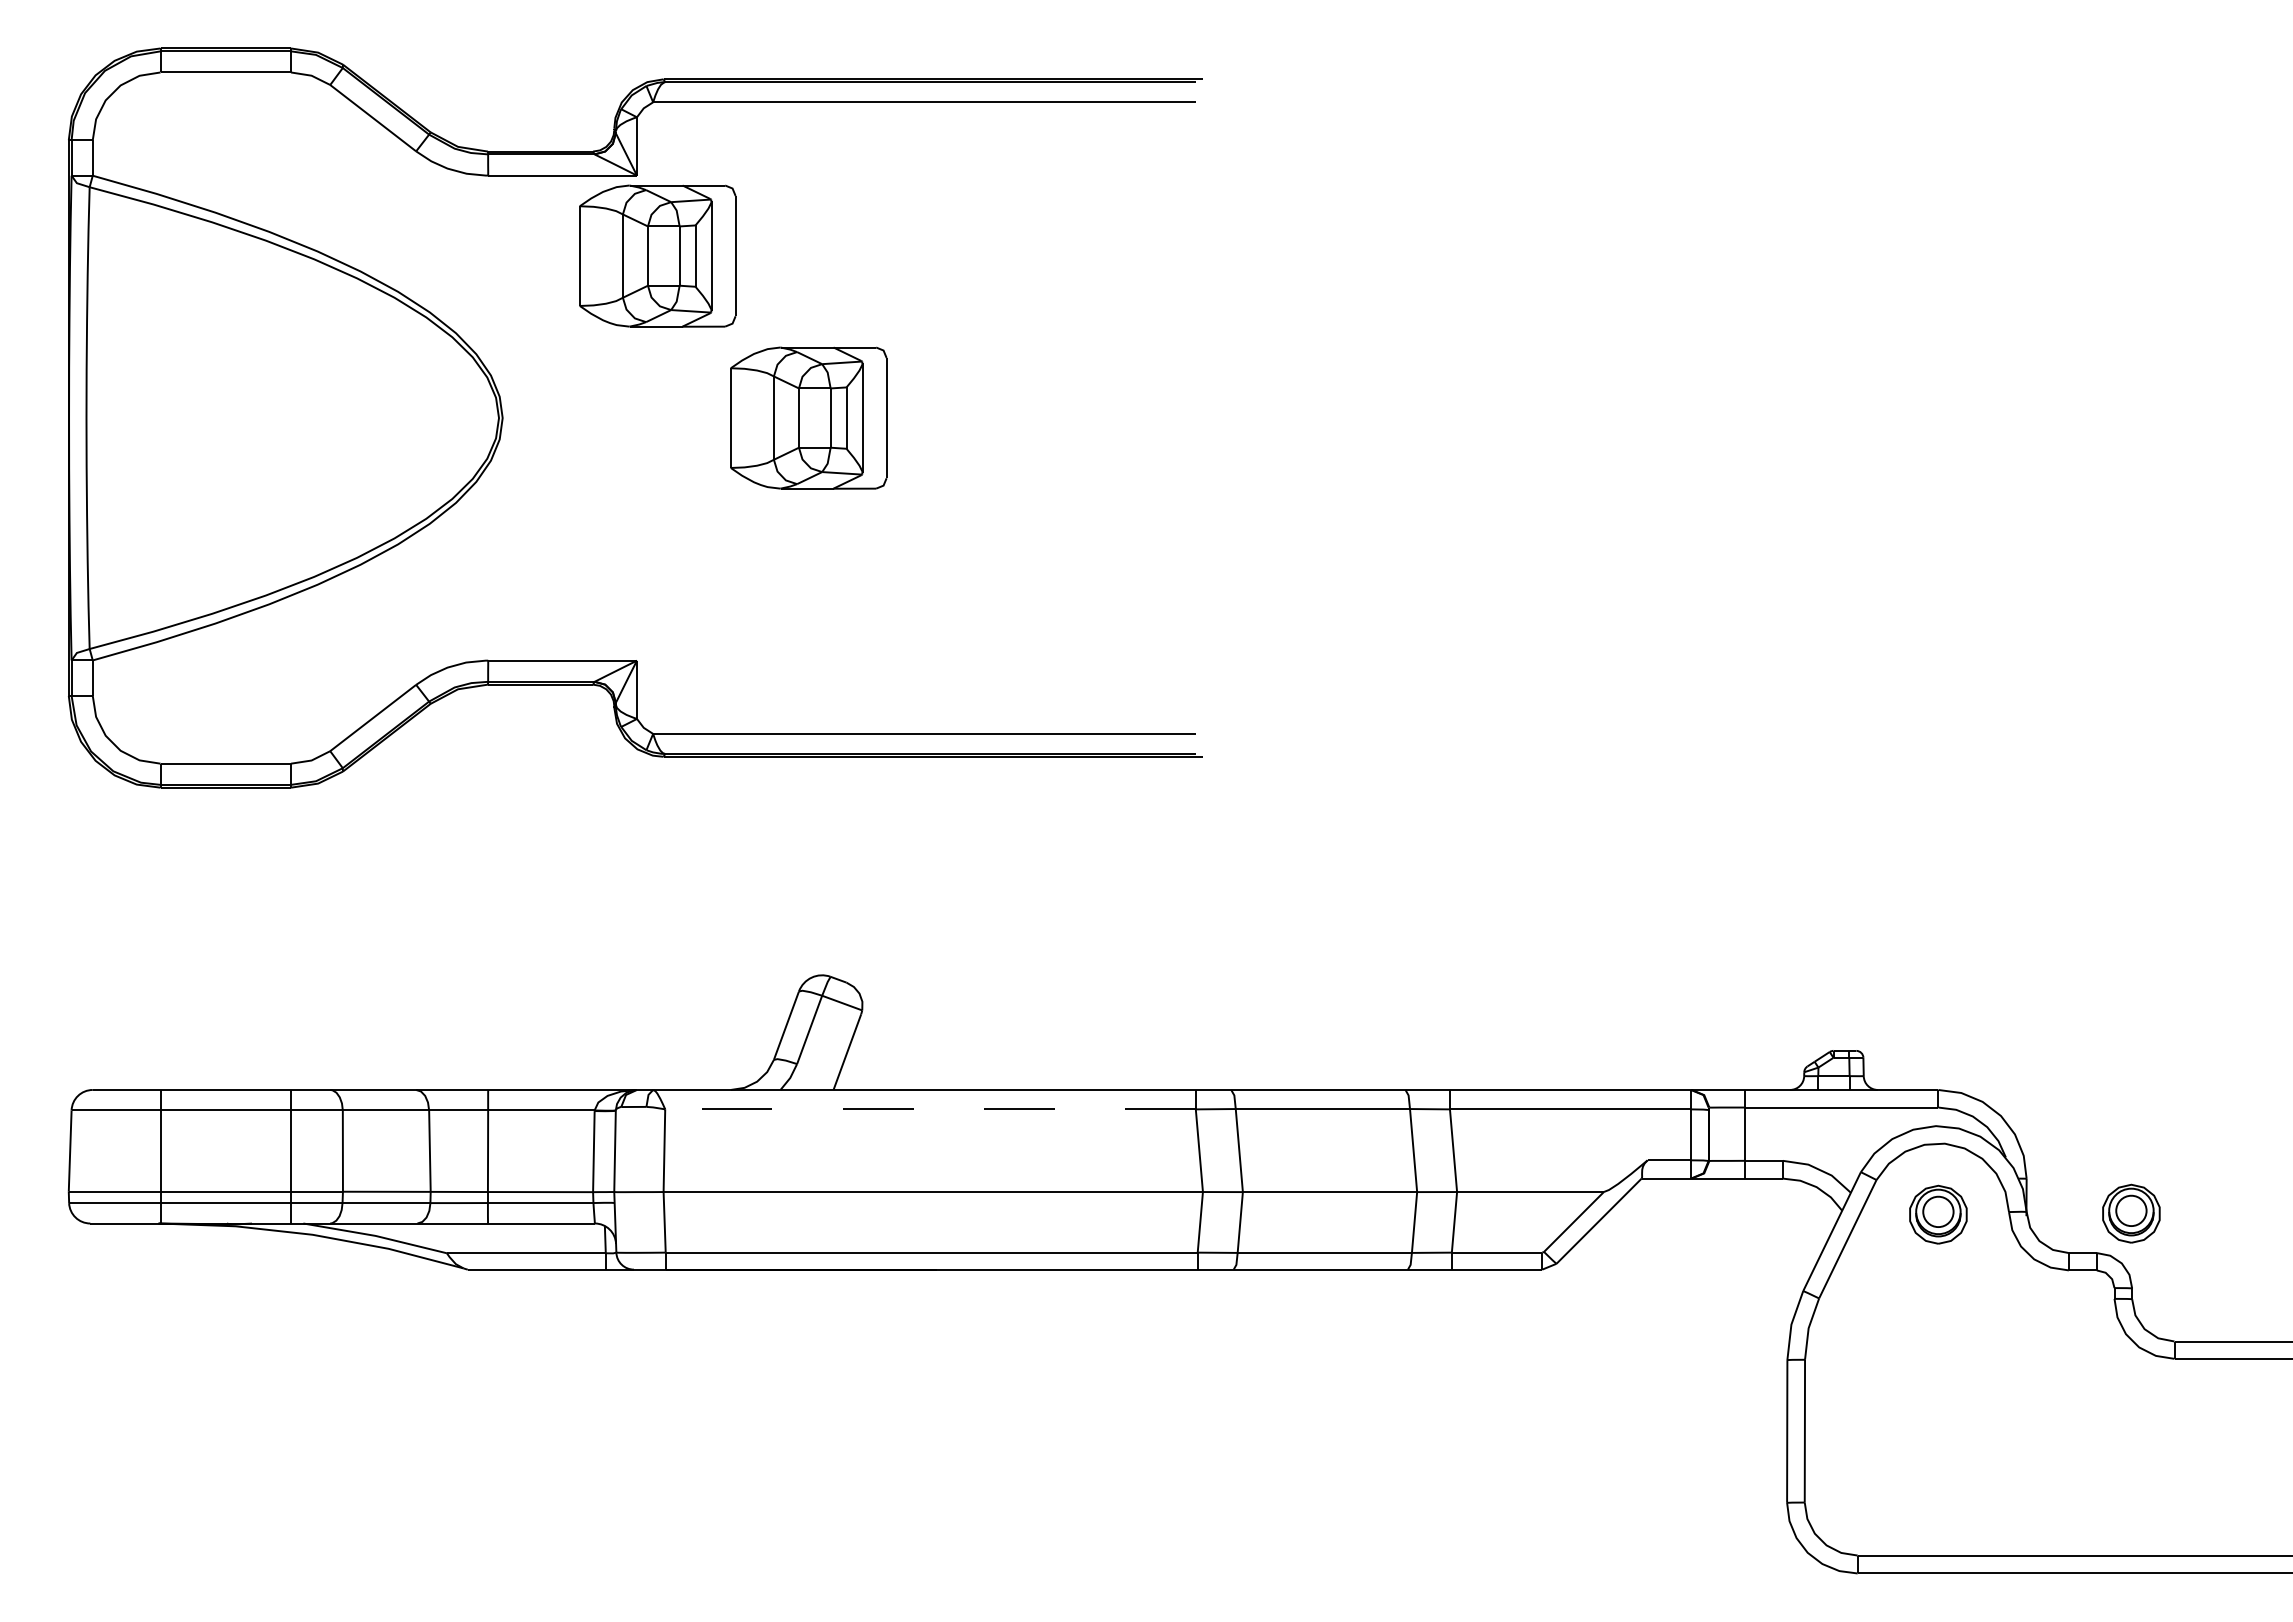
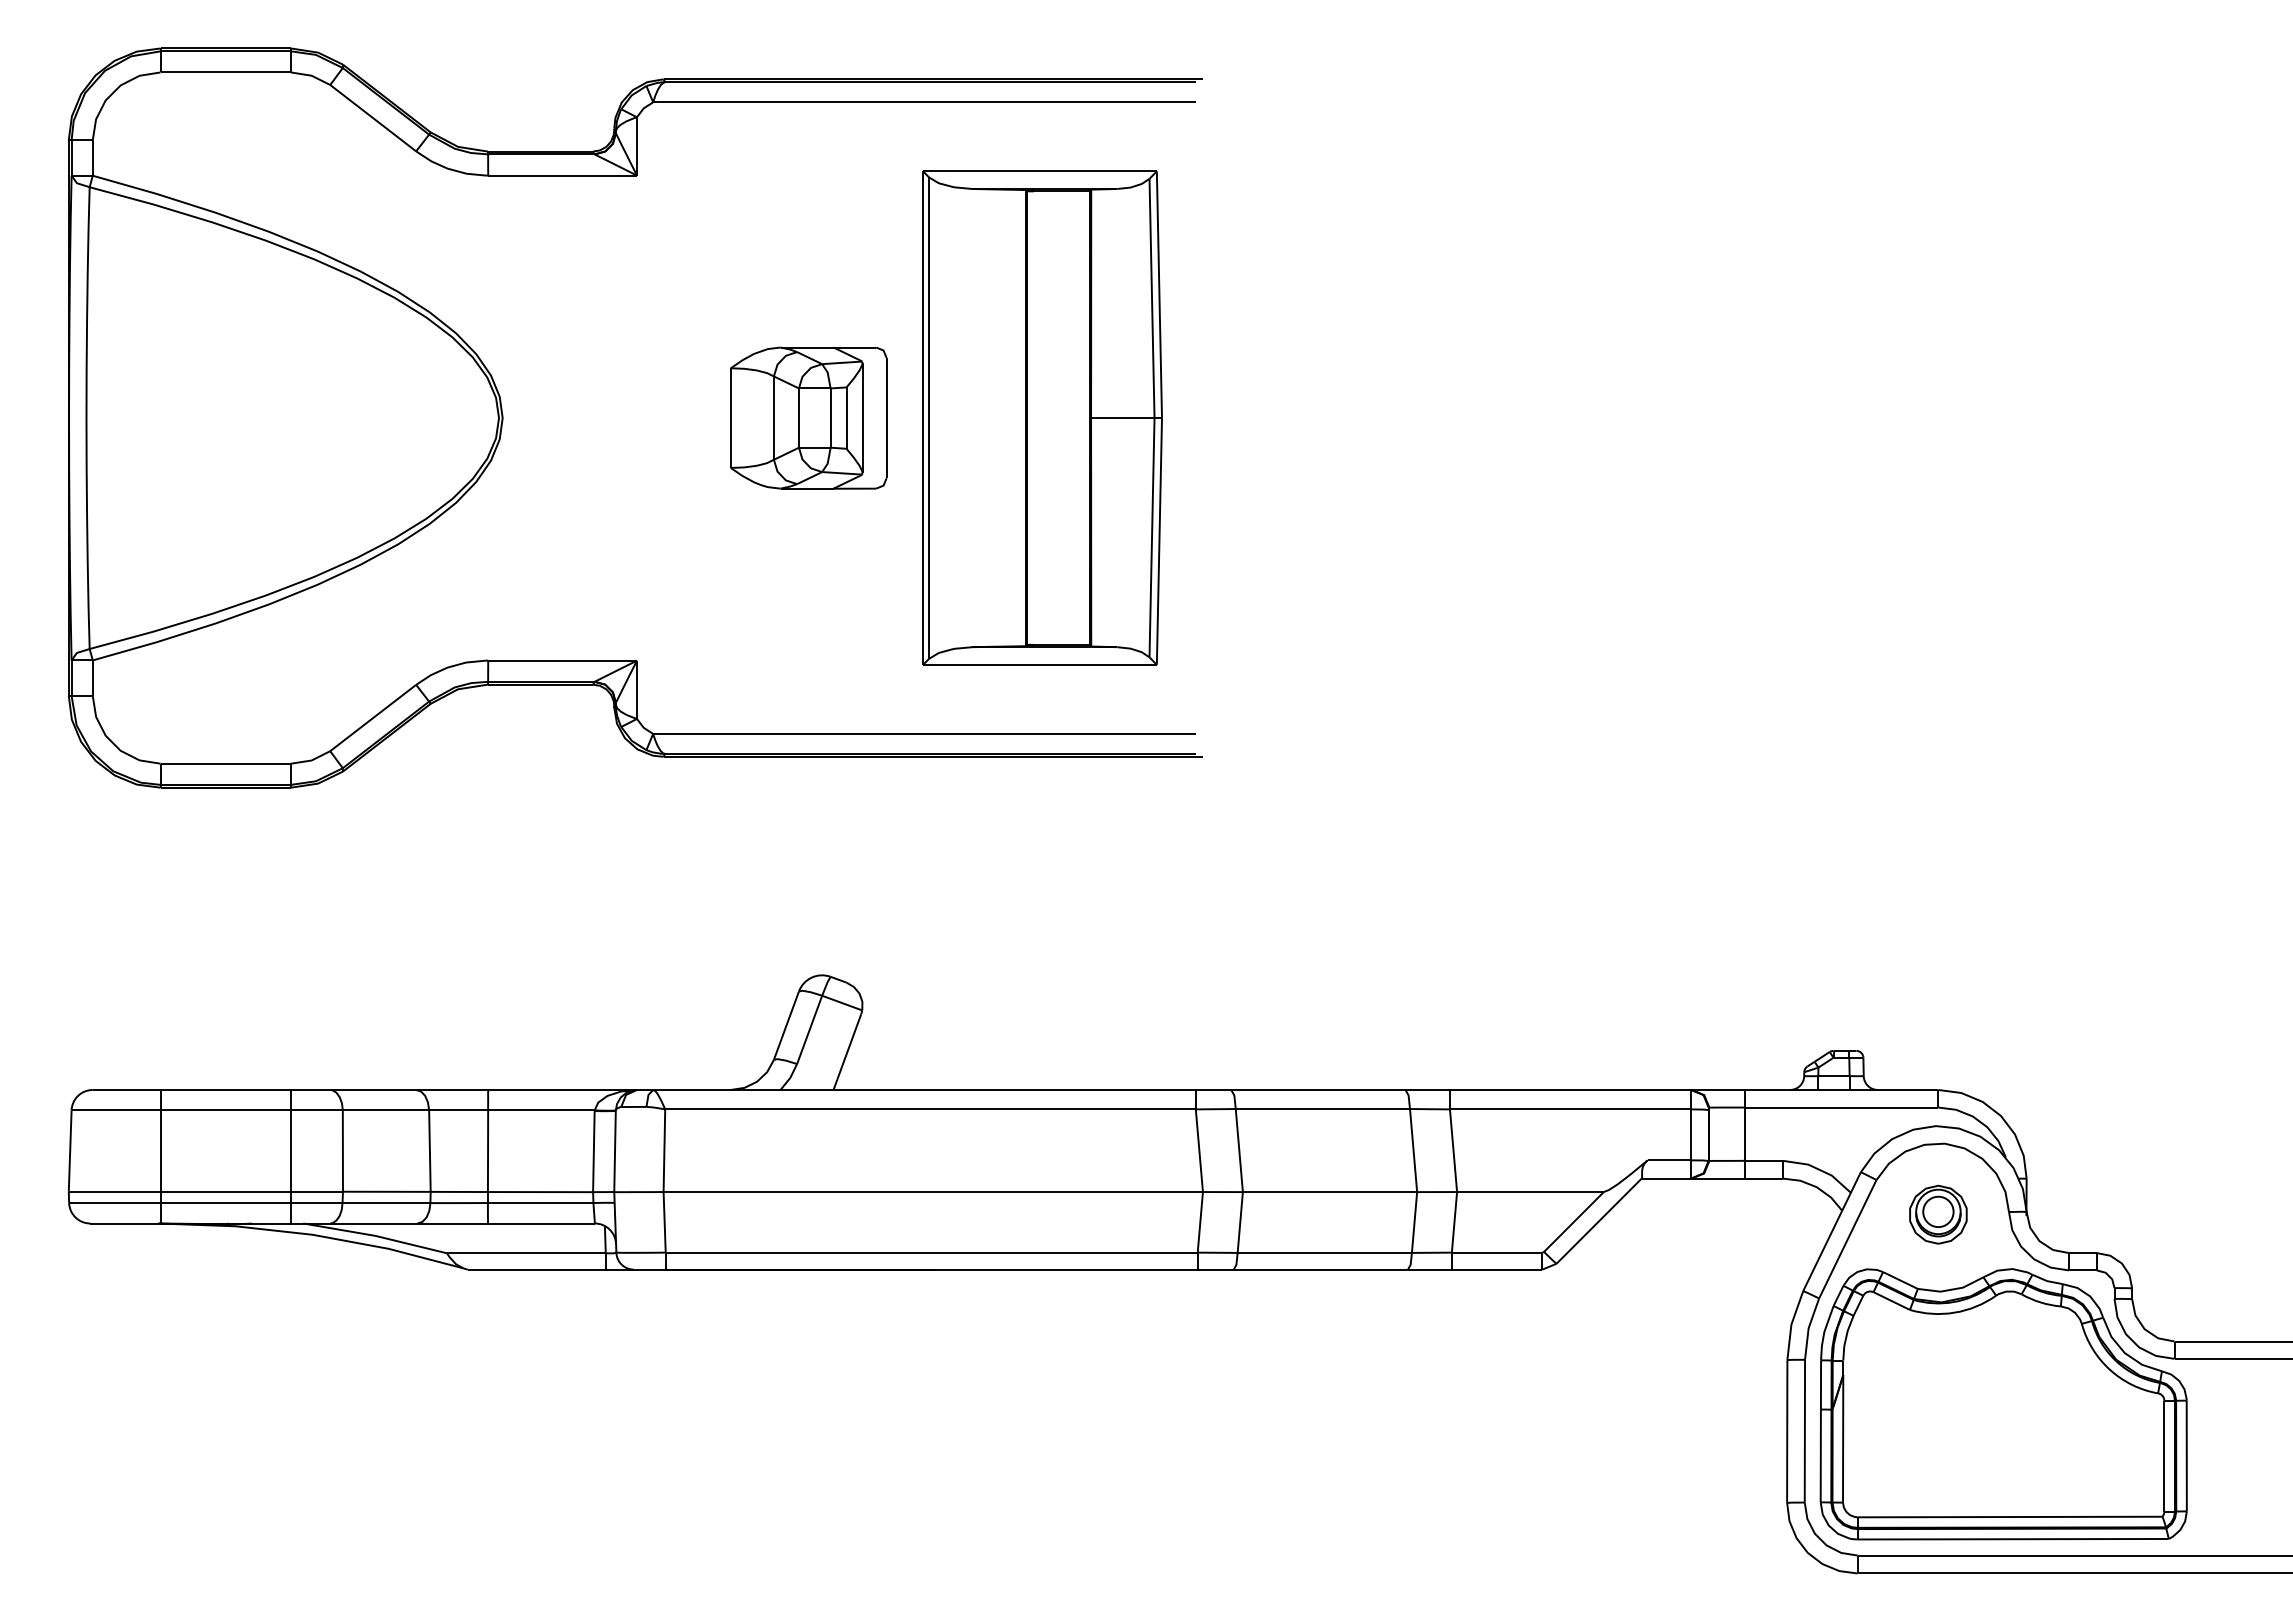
part at (657, 255): present -> none
part at (1042, 417): none -> present
line at (930, 1109): dashed -> solid
part at (2131, 1213): present -> none
part at (2003, 1404): none -> present
